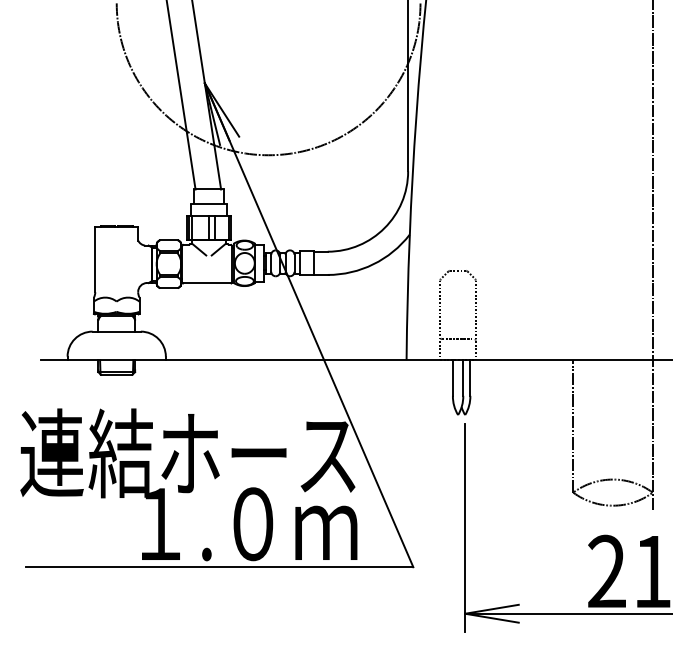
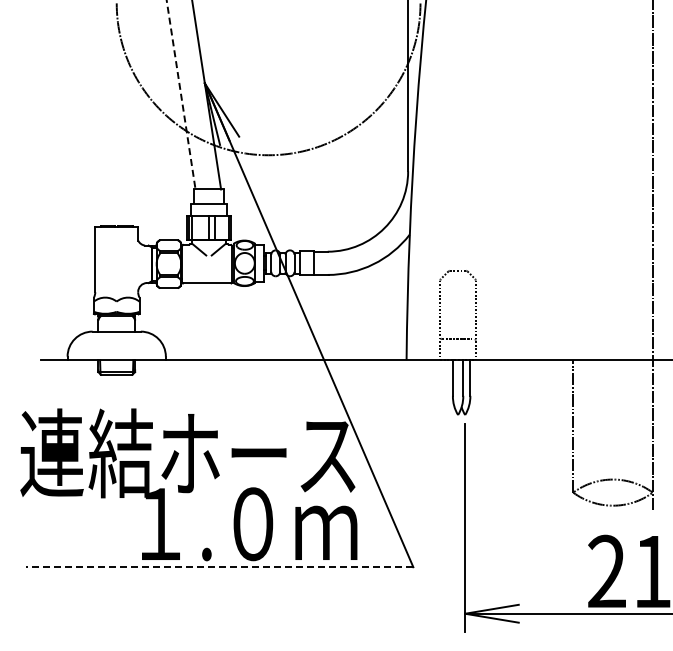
line at (181, 95): solid -> dashed
line at (219, 567): solid -> dashed
